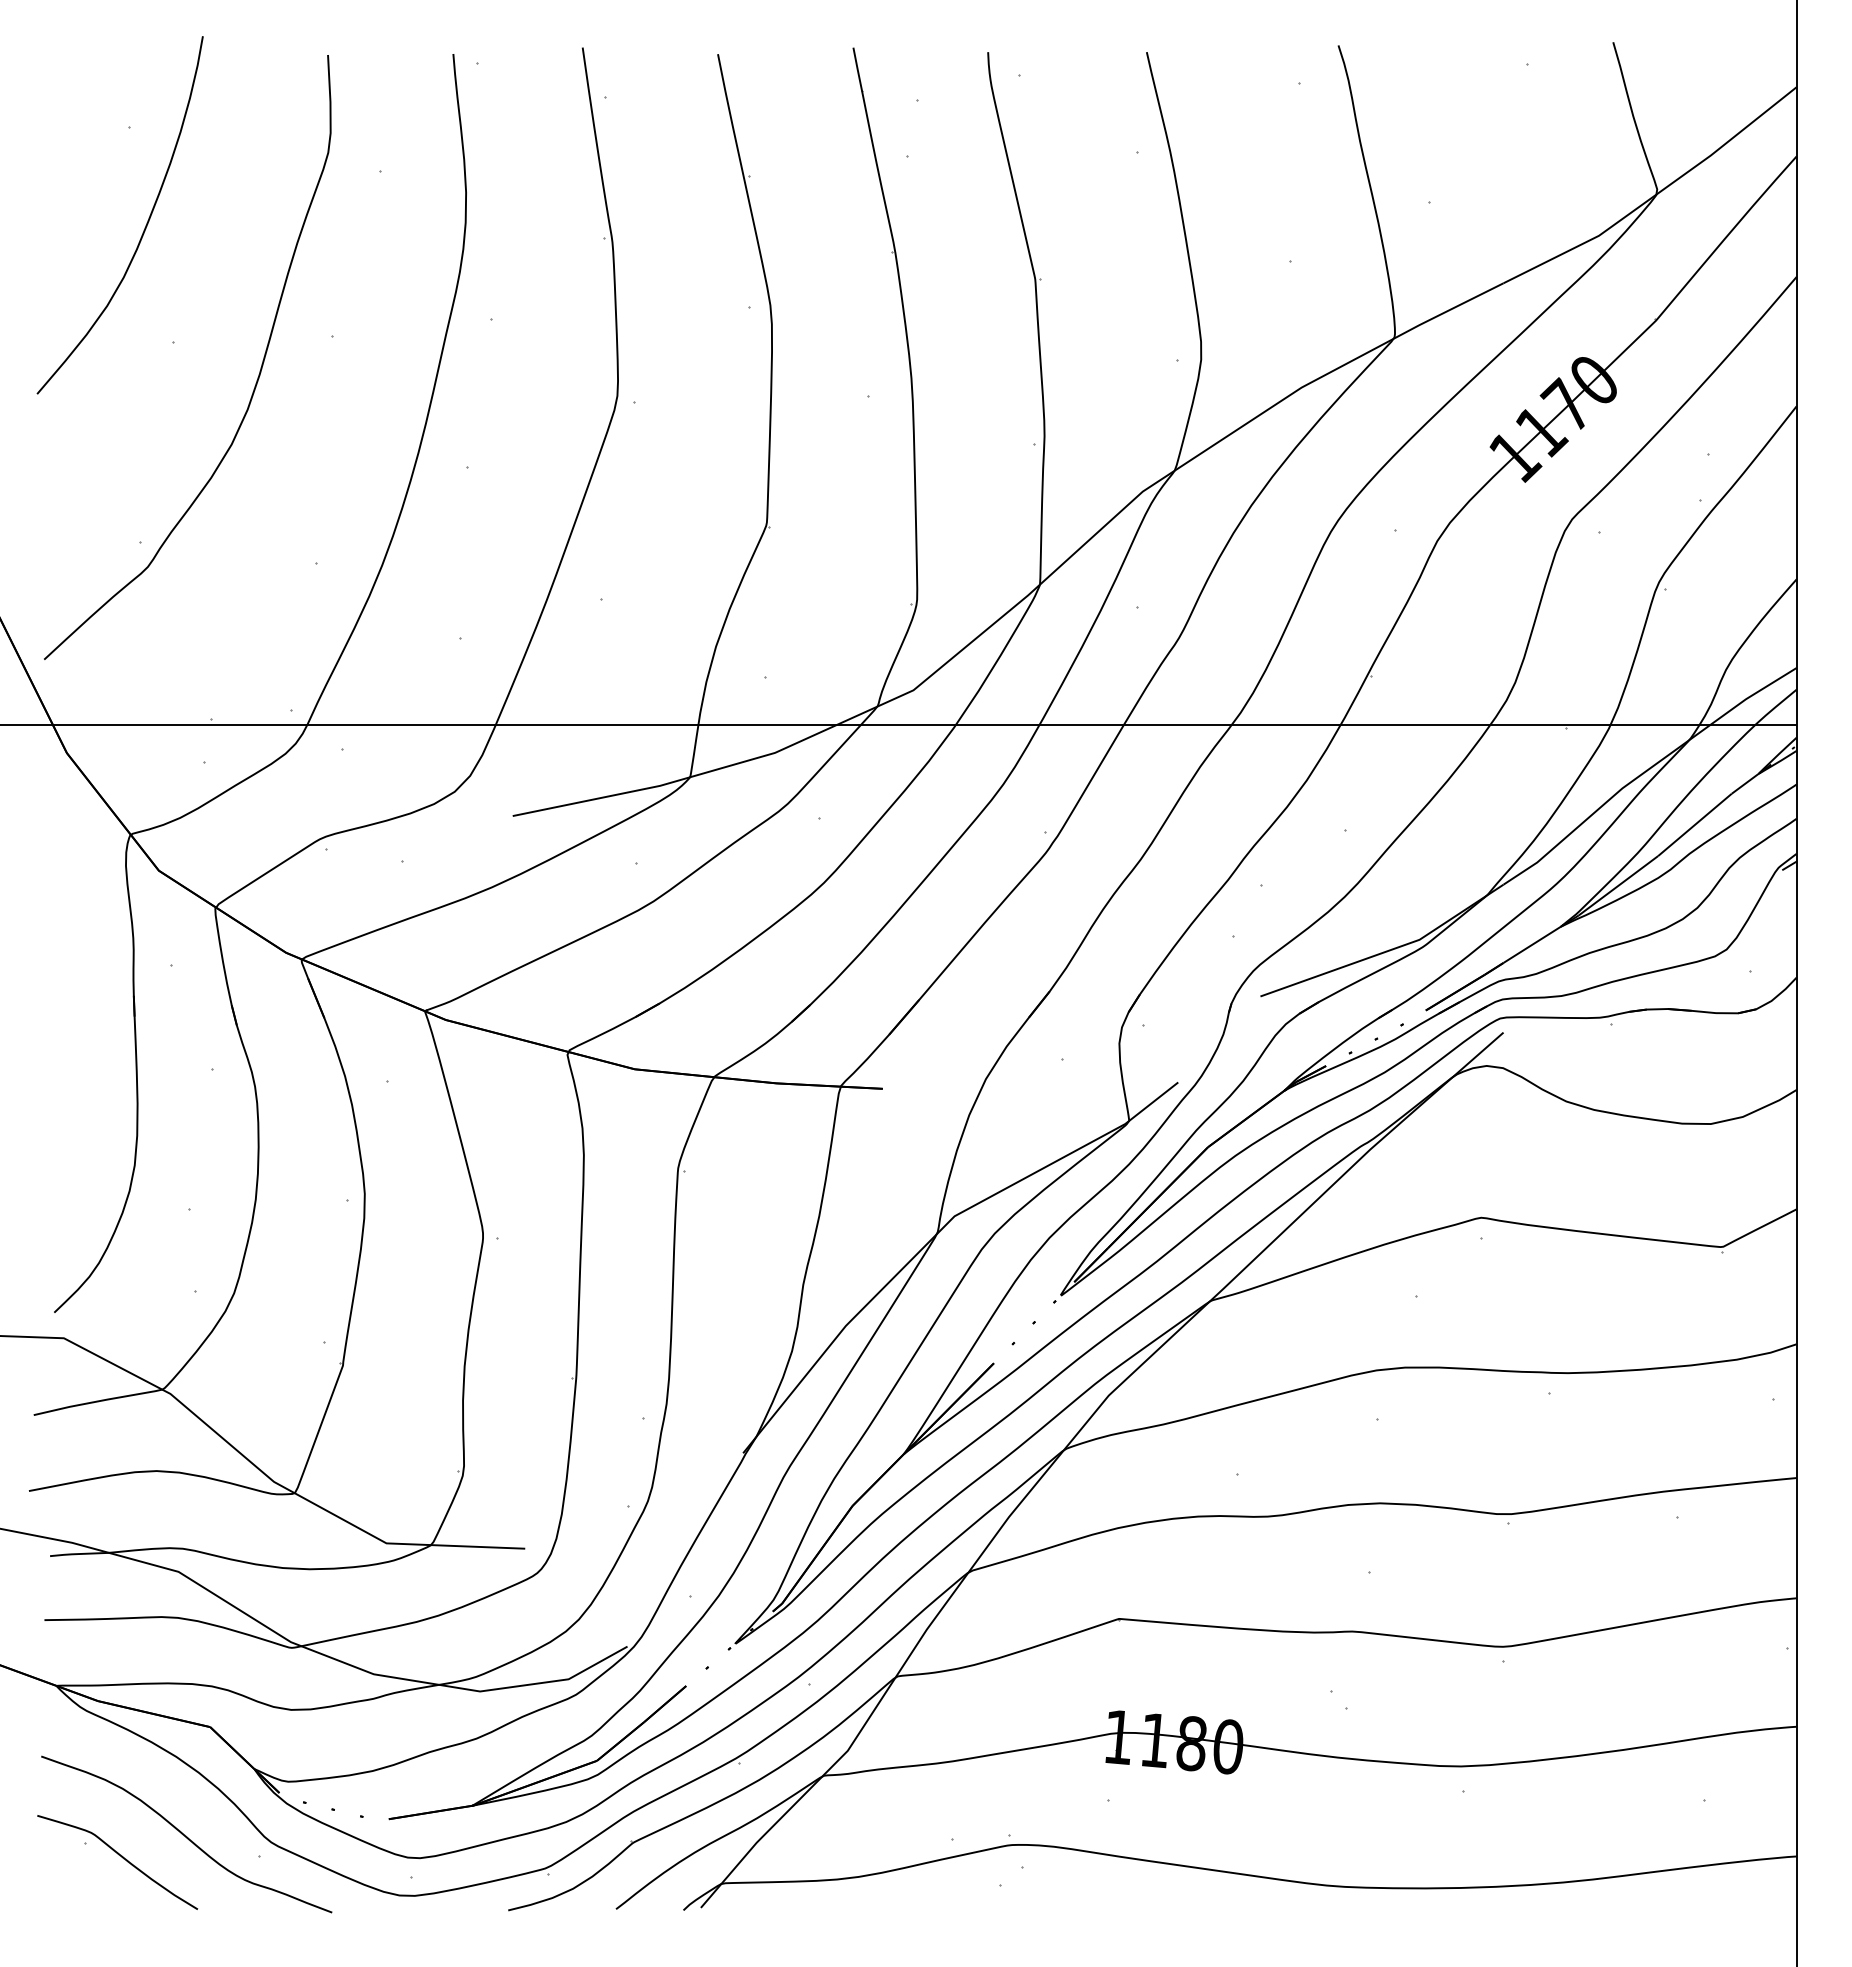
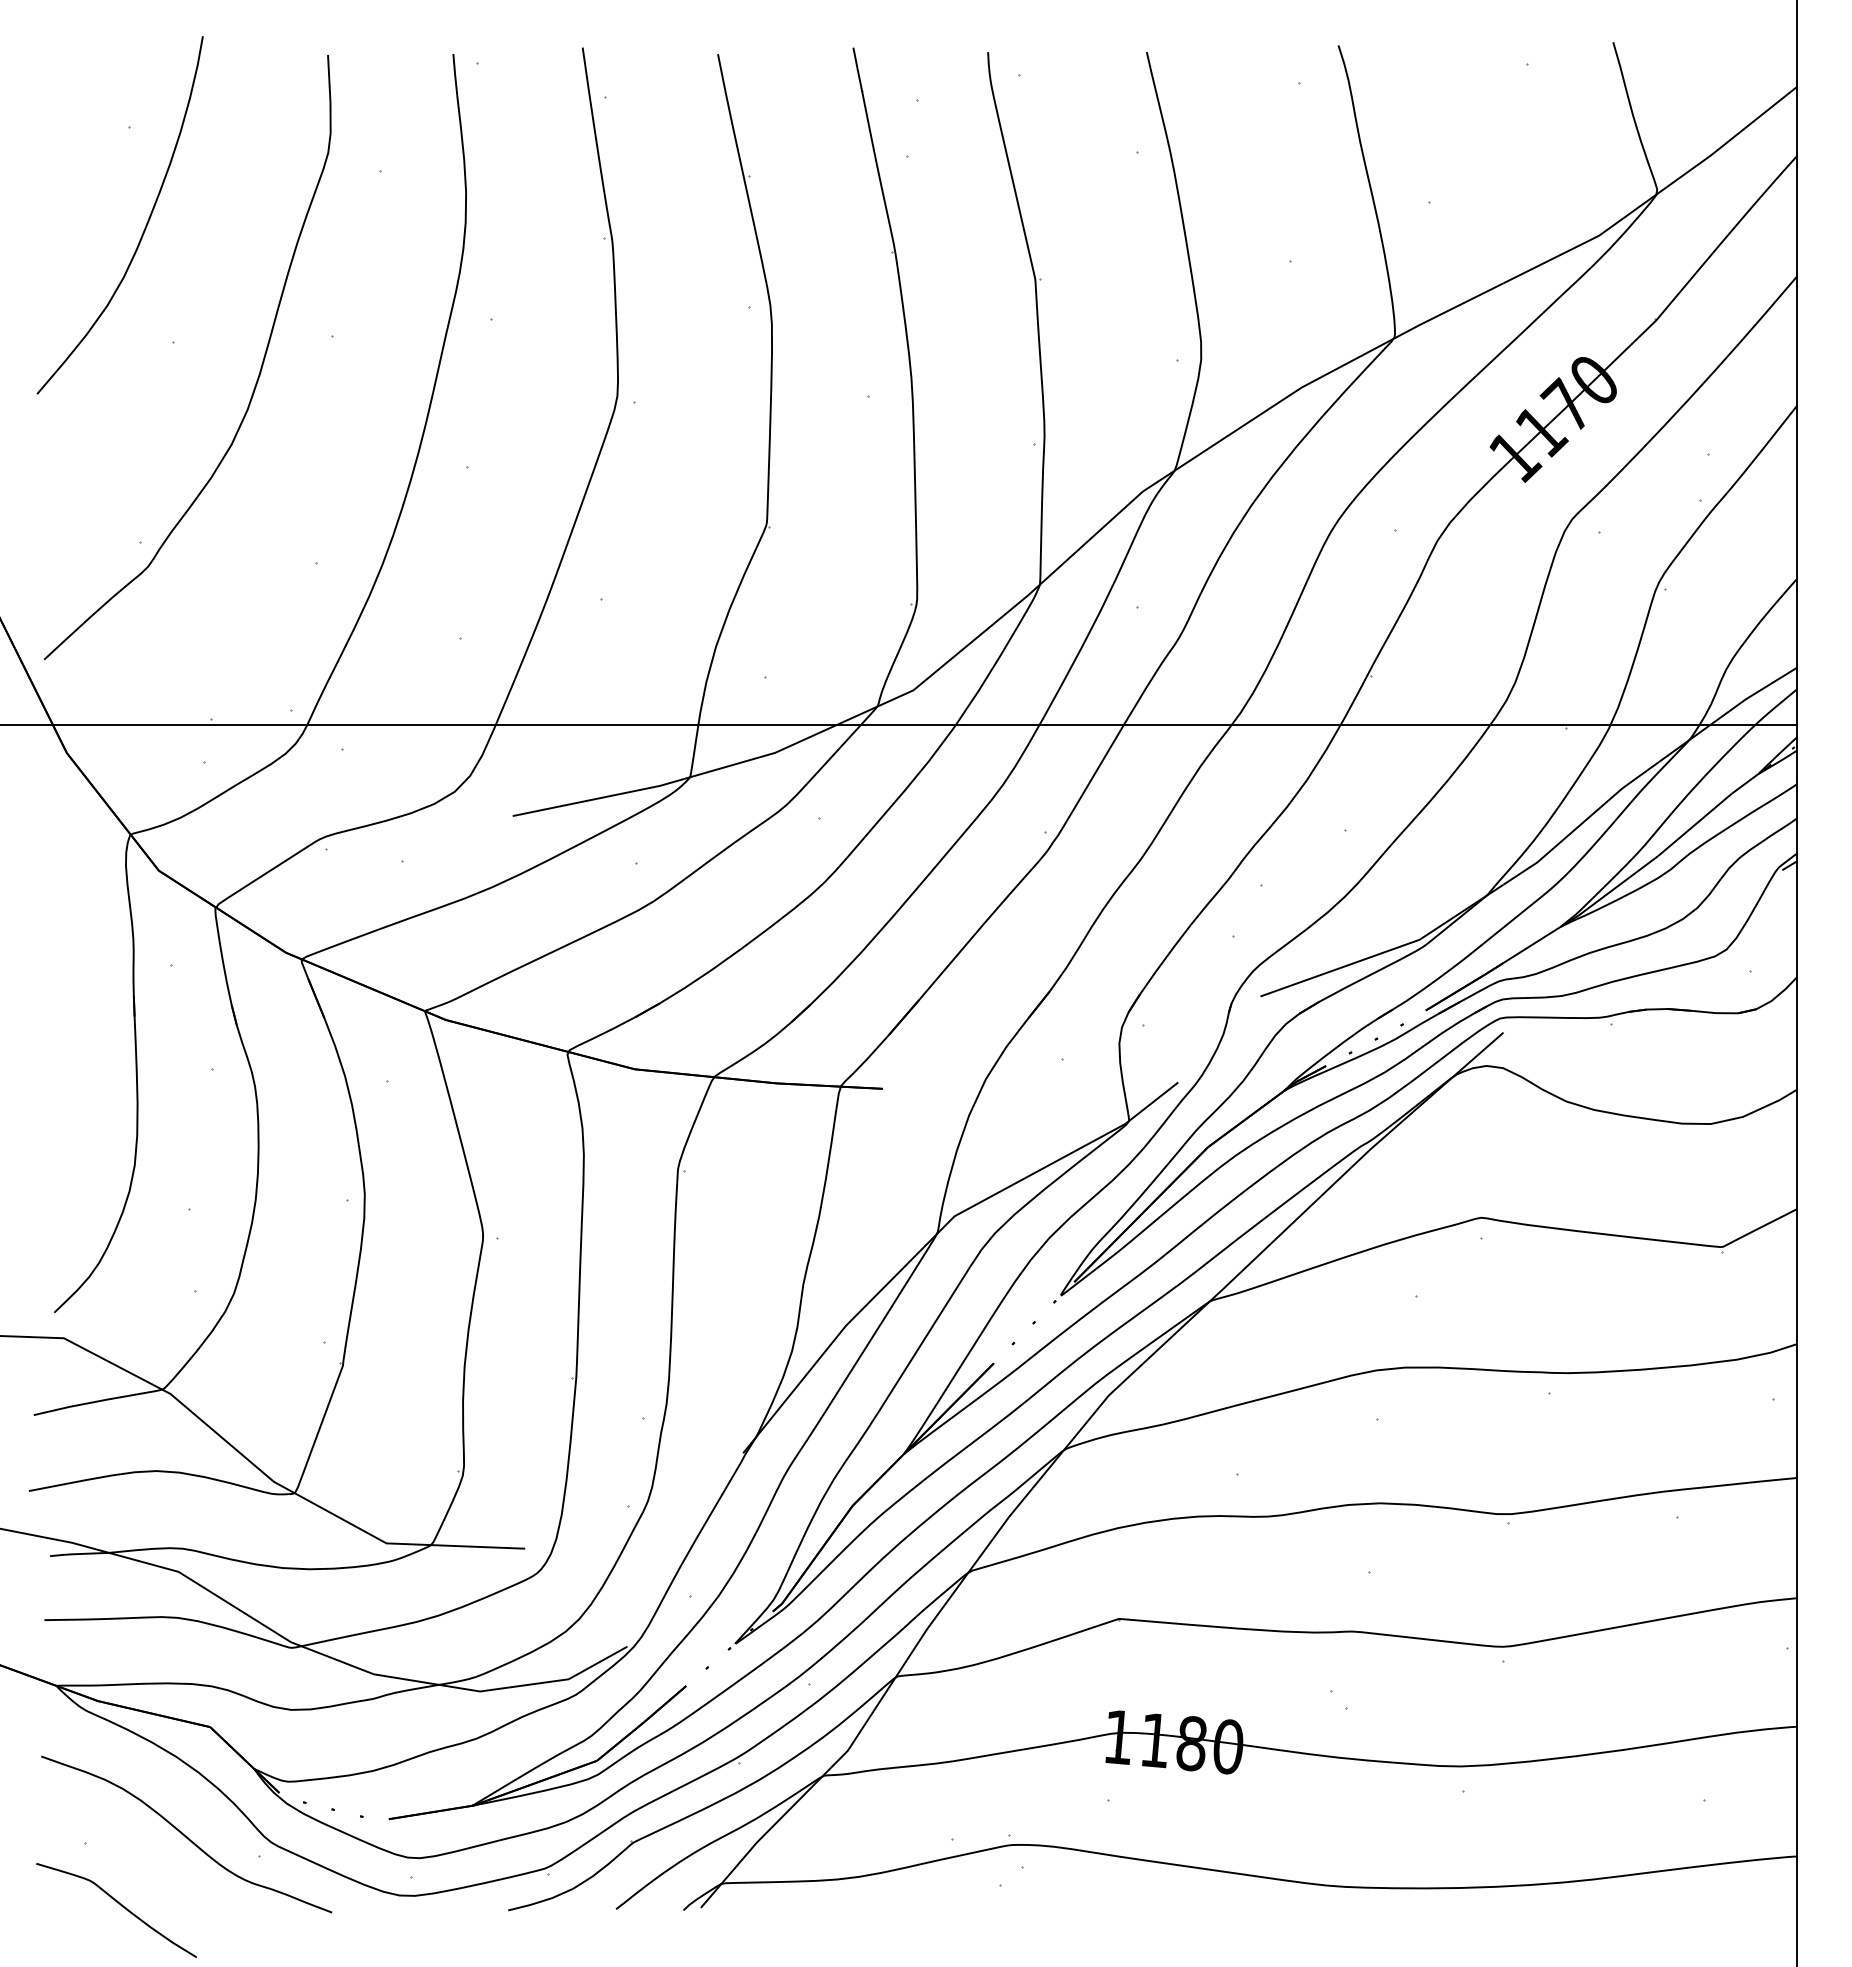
curve at (121, 1857) position: (121, 1857) -> (120, 1905)
